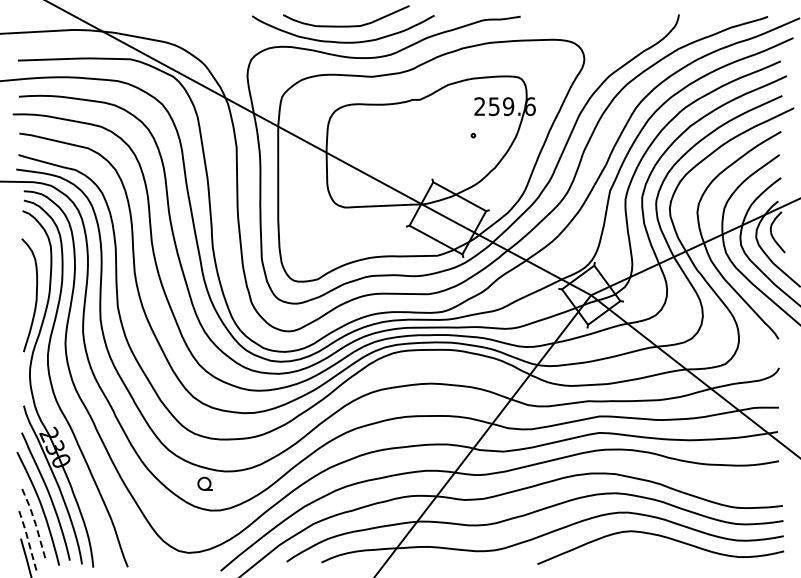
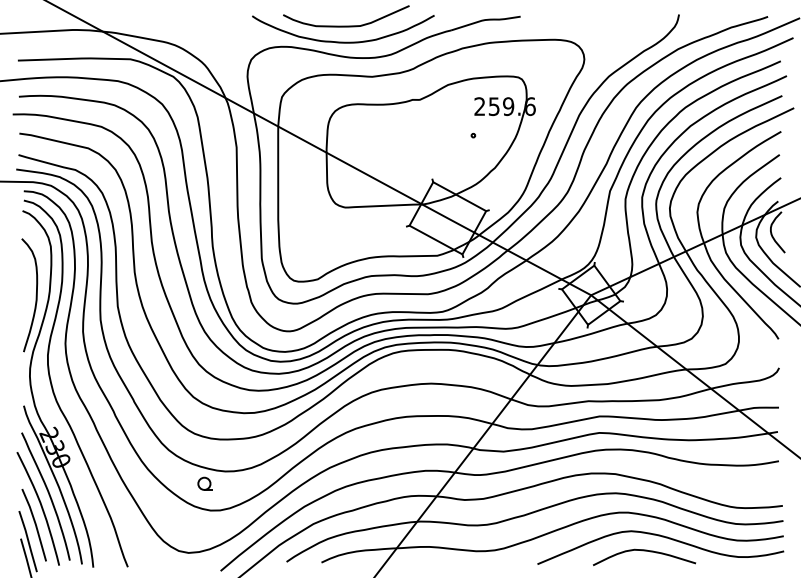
line at (35, 524): dashed -> solid
line at (28, 542): dashed -> solid
curve at (644, 551): none -> present
